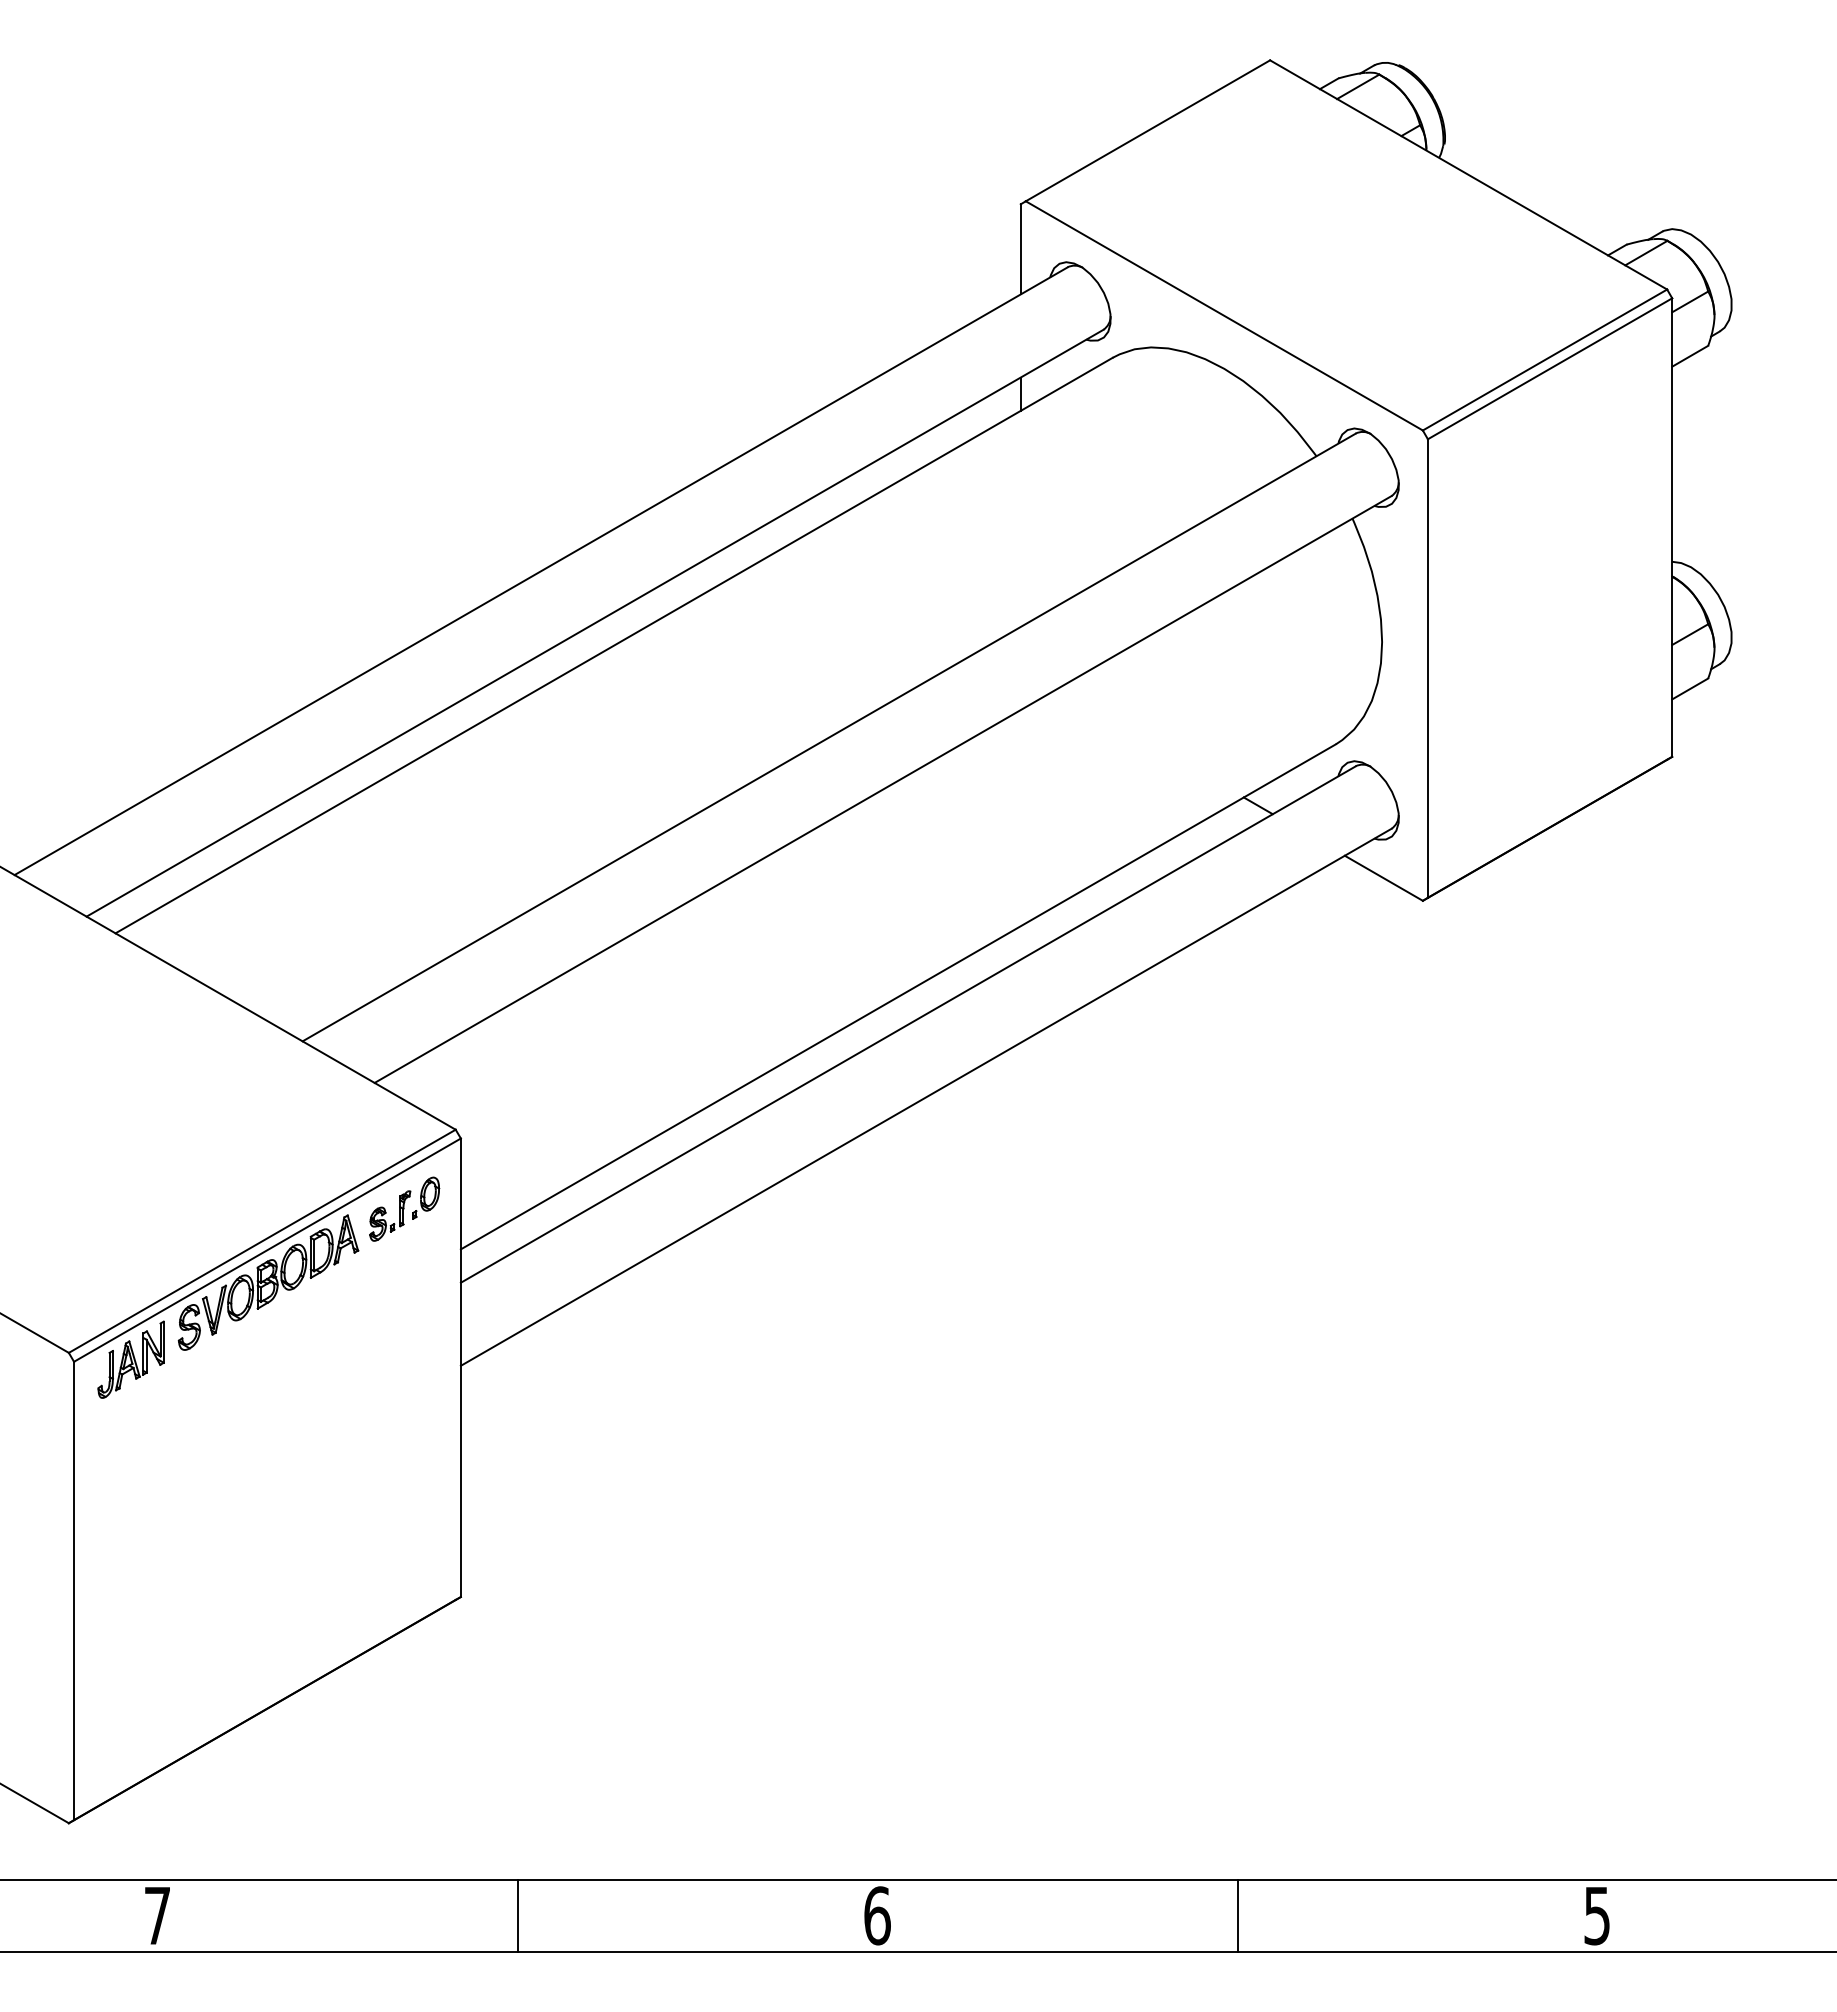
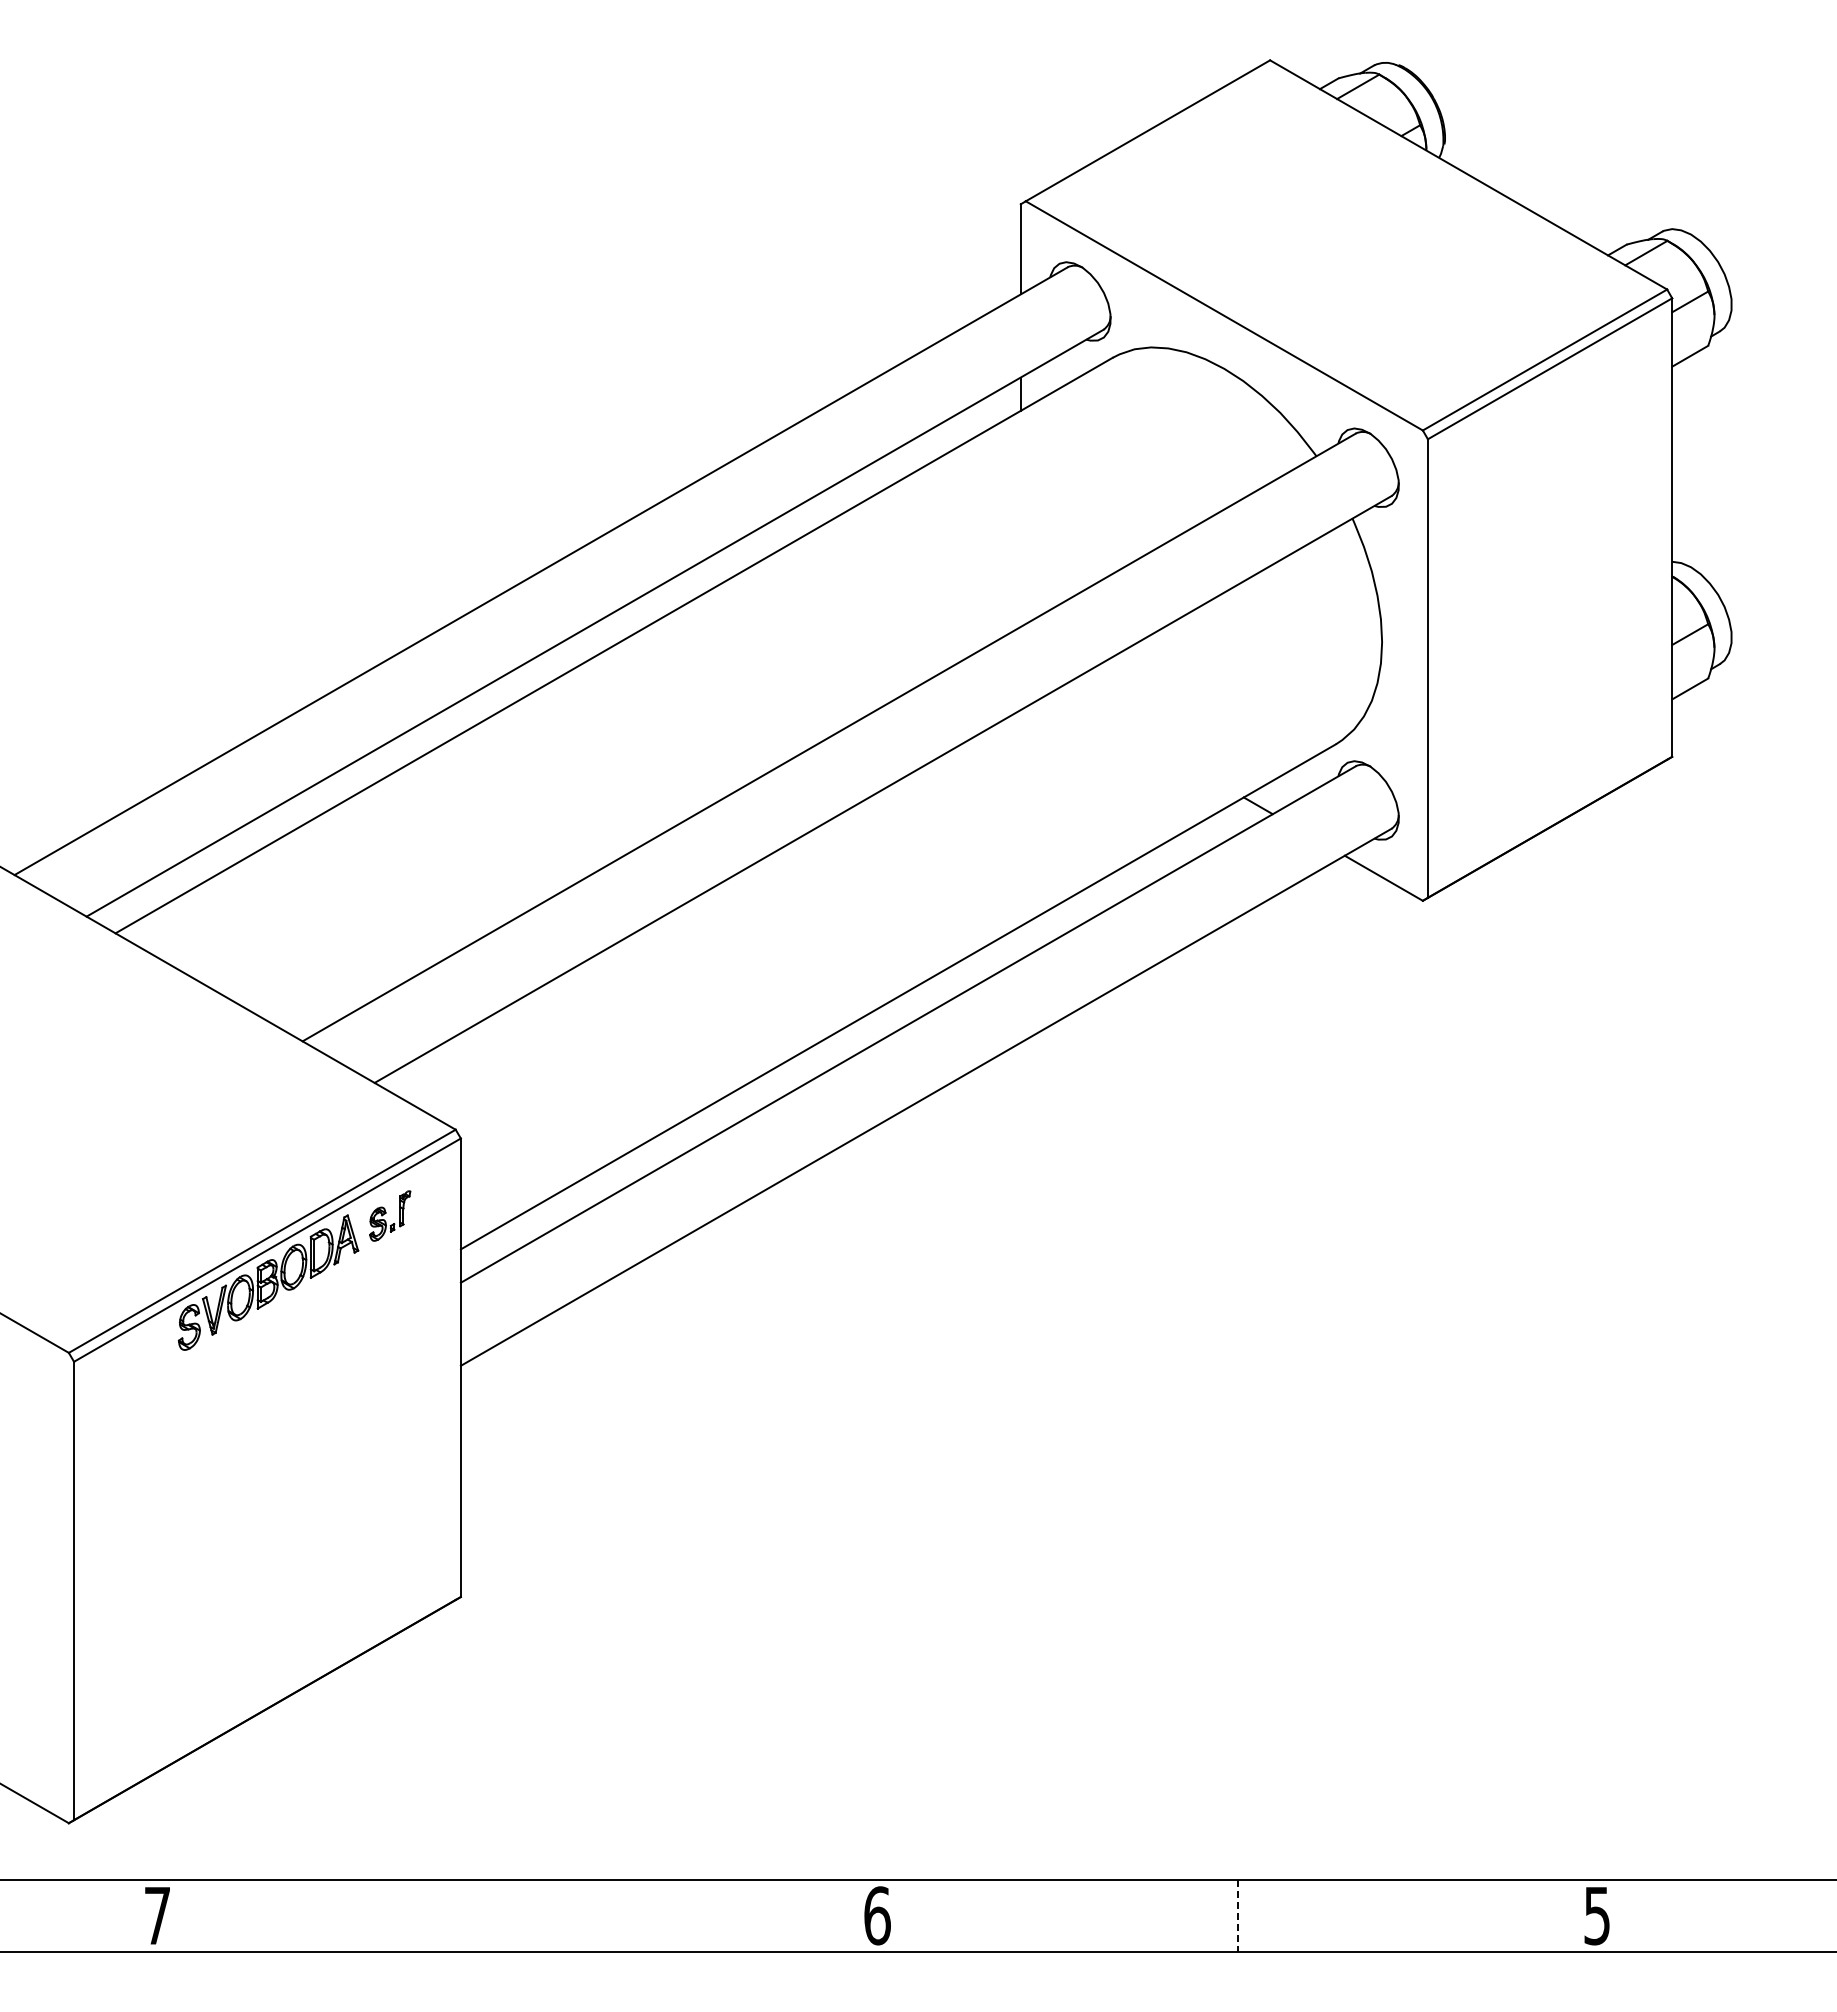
part at (426, 1197): present -> none
part at (130, 1359): present -> none
line at (518, 1915): present -> none
line at (1238, 1915): solid -> dashed
